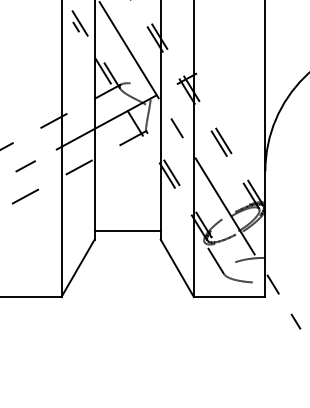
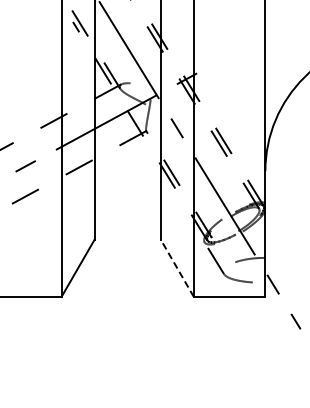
line at (127, 230): present -> none
line at (177, 267): solid -> dashed
